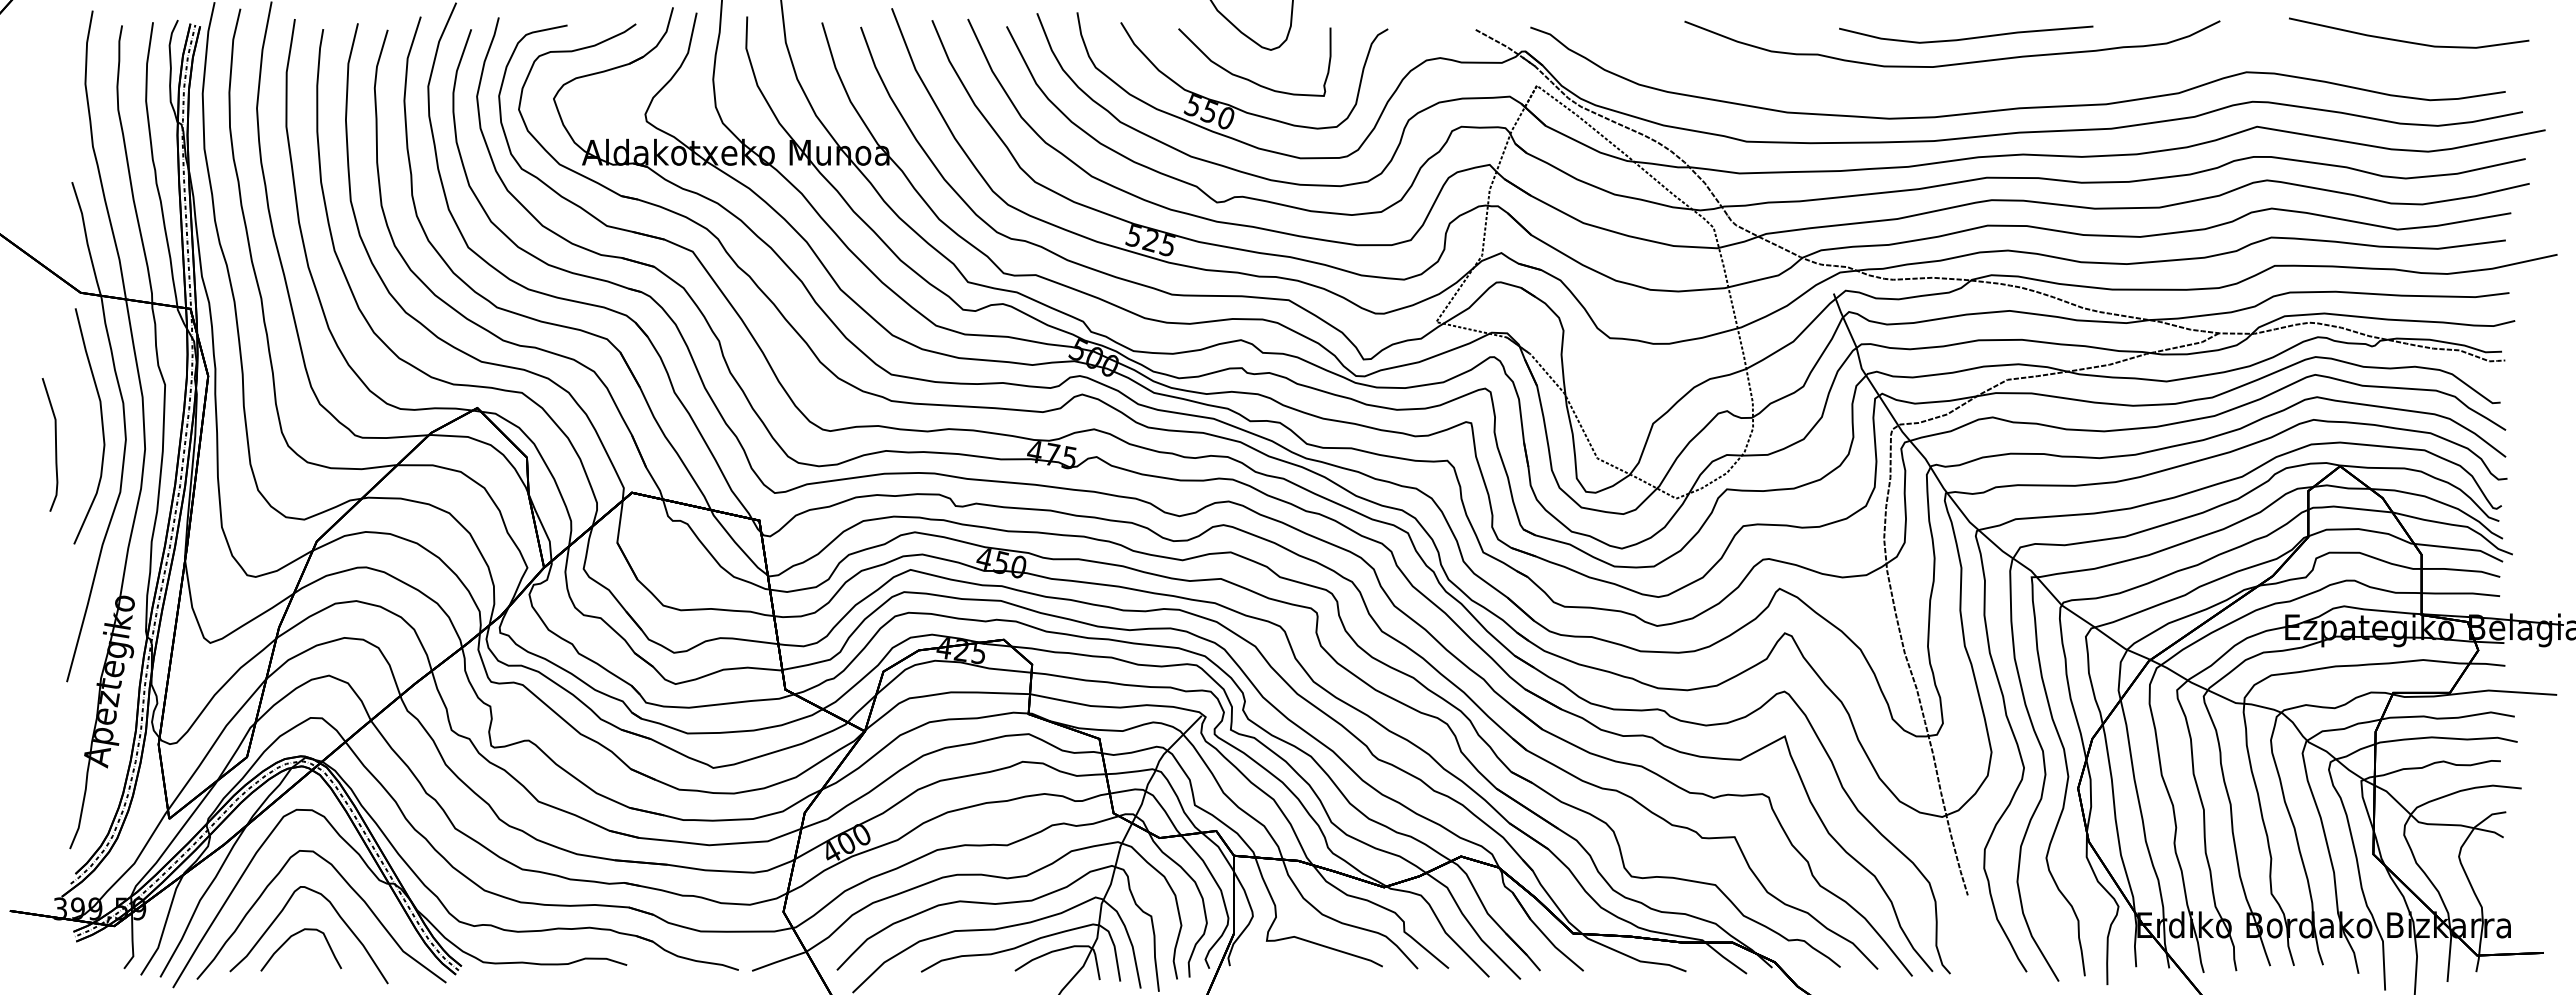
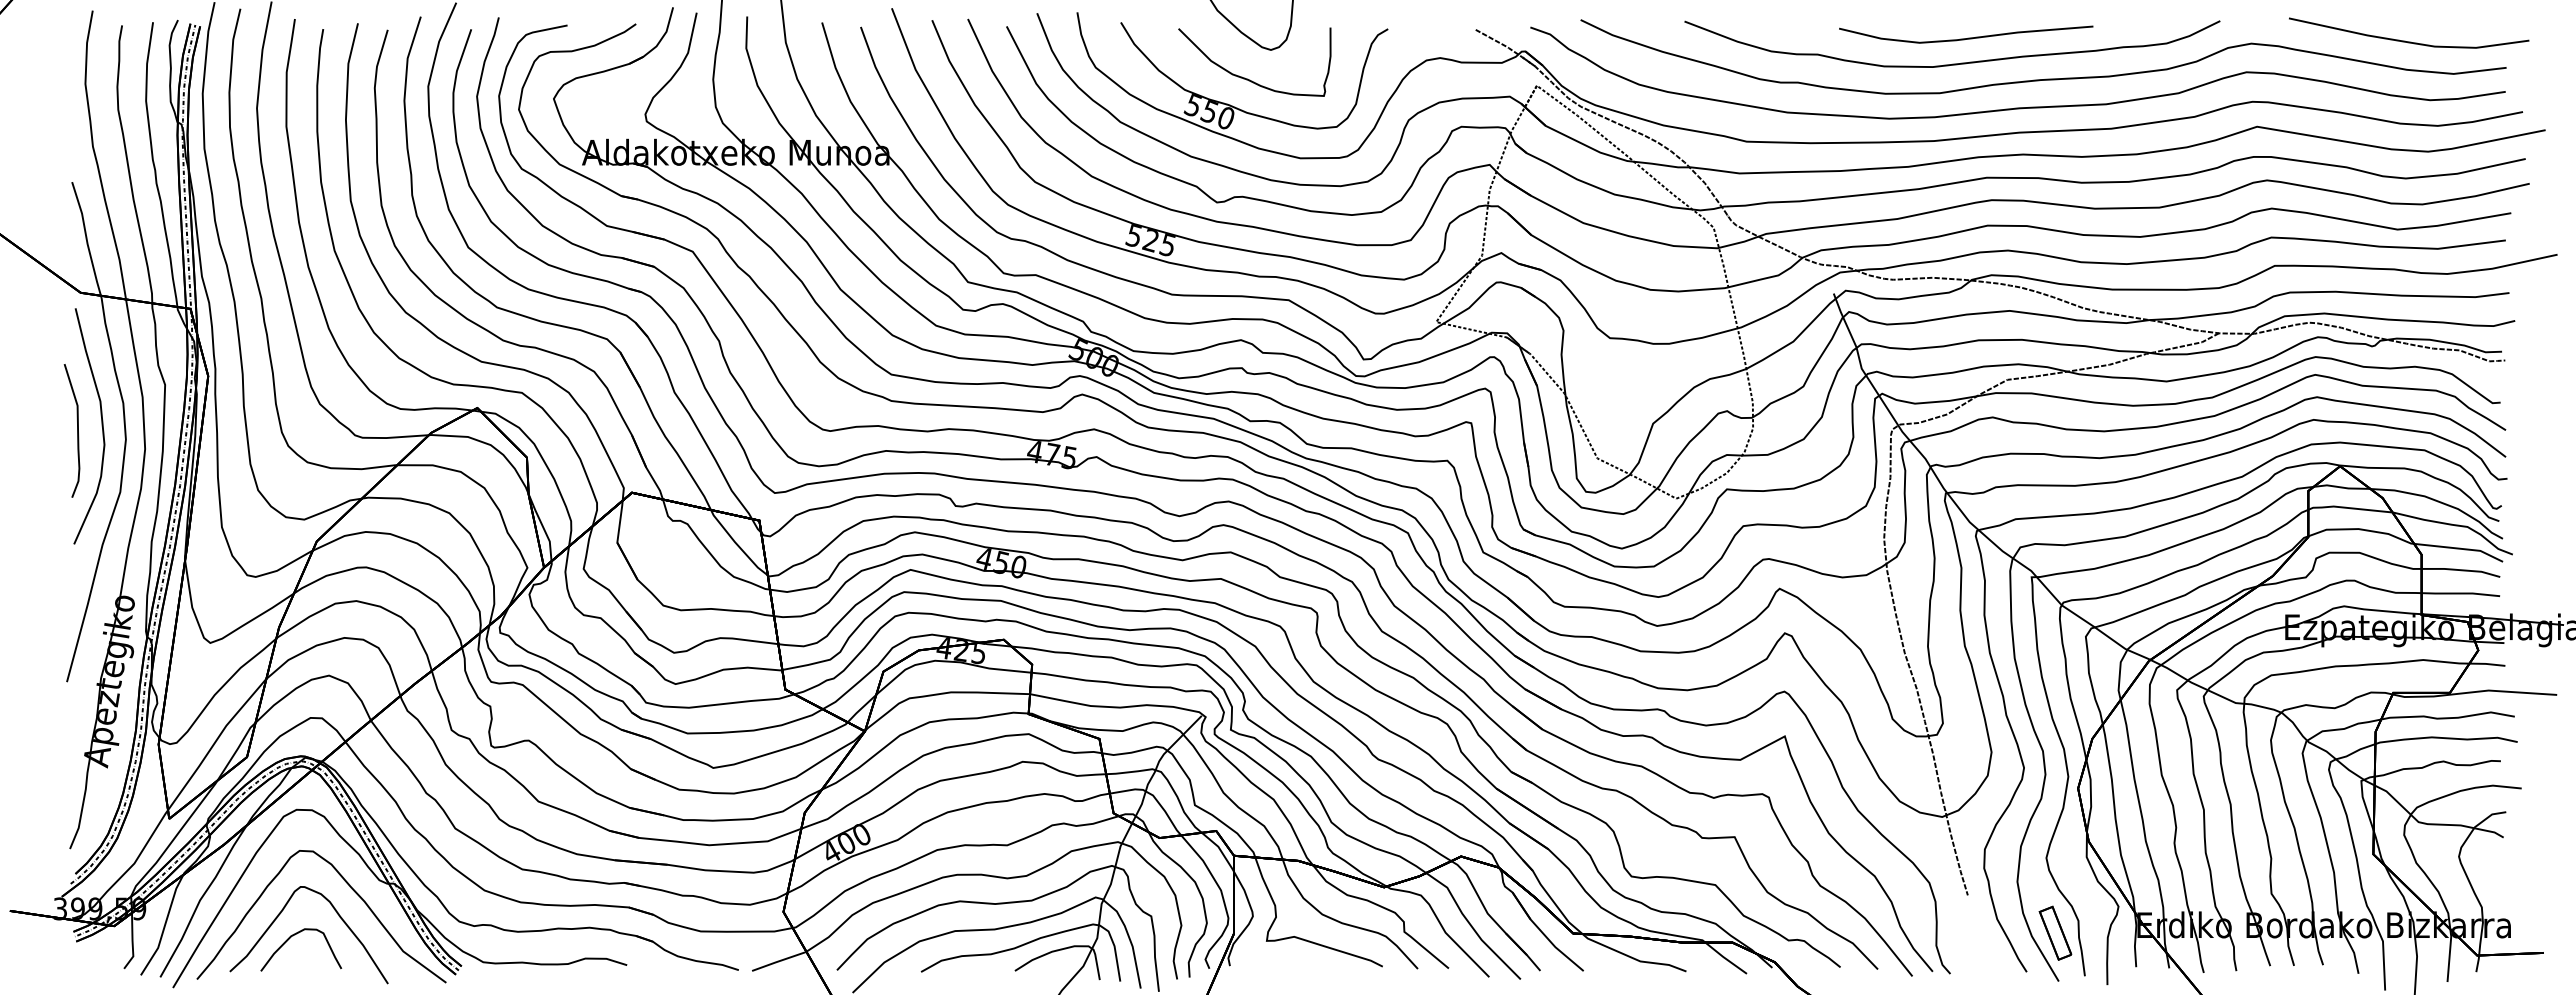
curve at (2045, 78): none -> present
curve at (55, 444) position: (55, 444) -> (77, 430)
part at (2055, 932): none -> present
